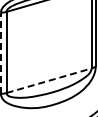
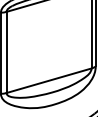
line at (0, 53): dashed -> solid
line at (49, 80): dashed -> solid
